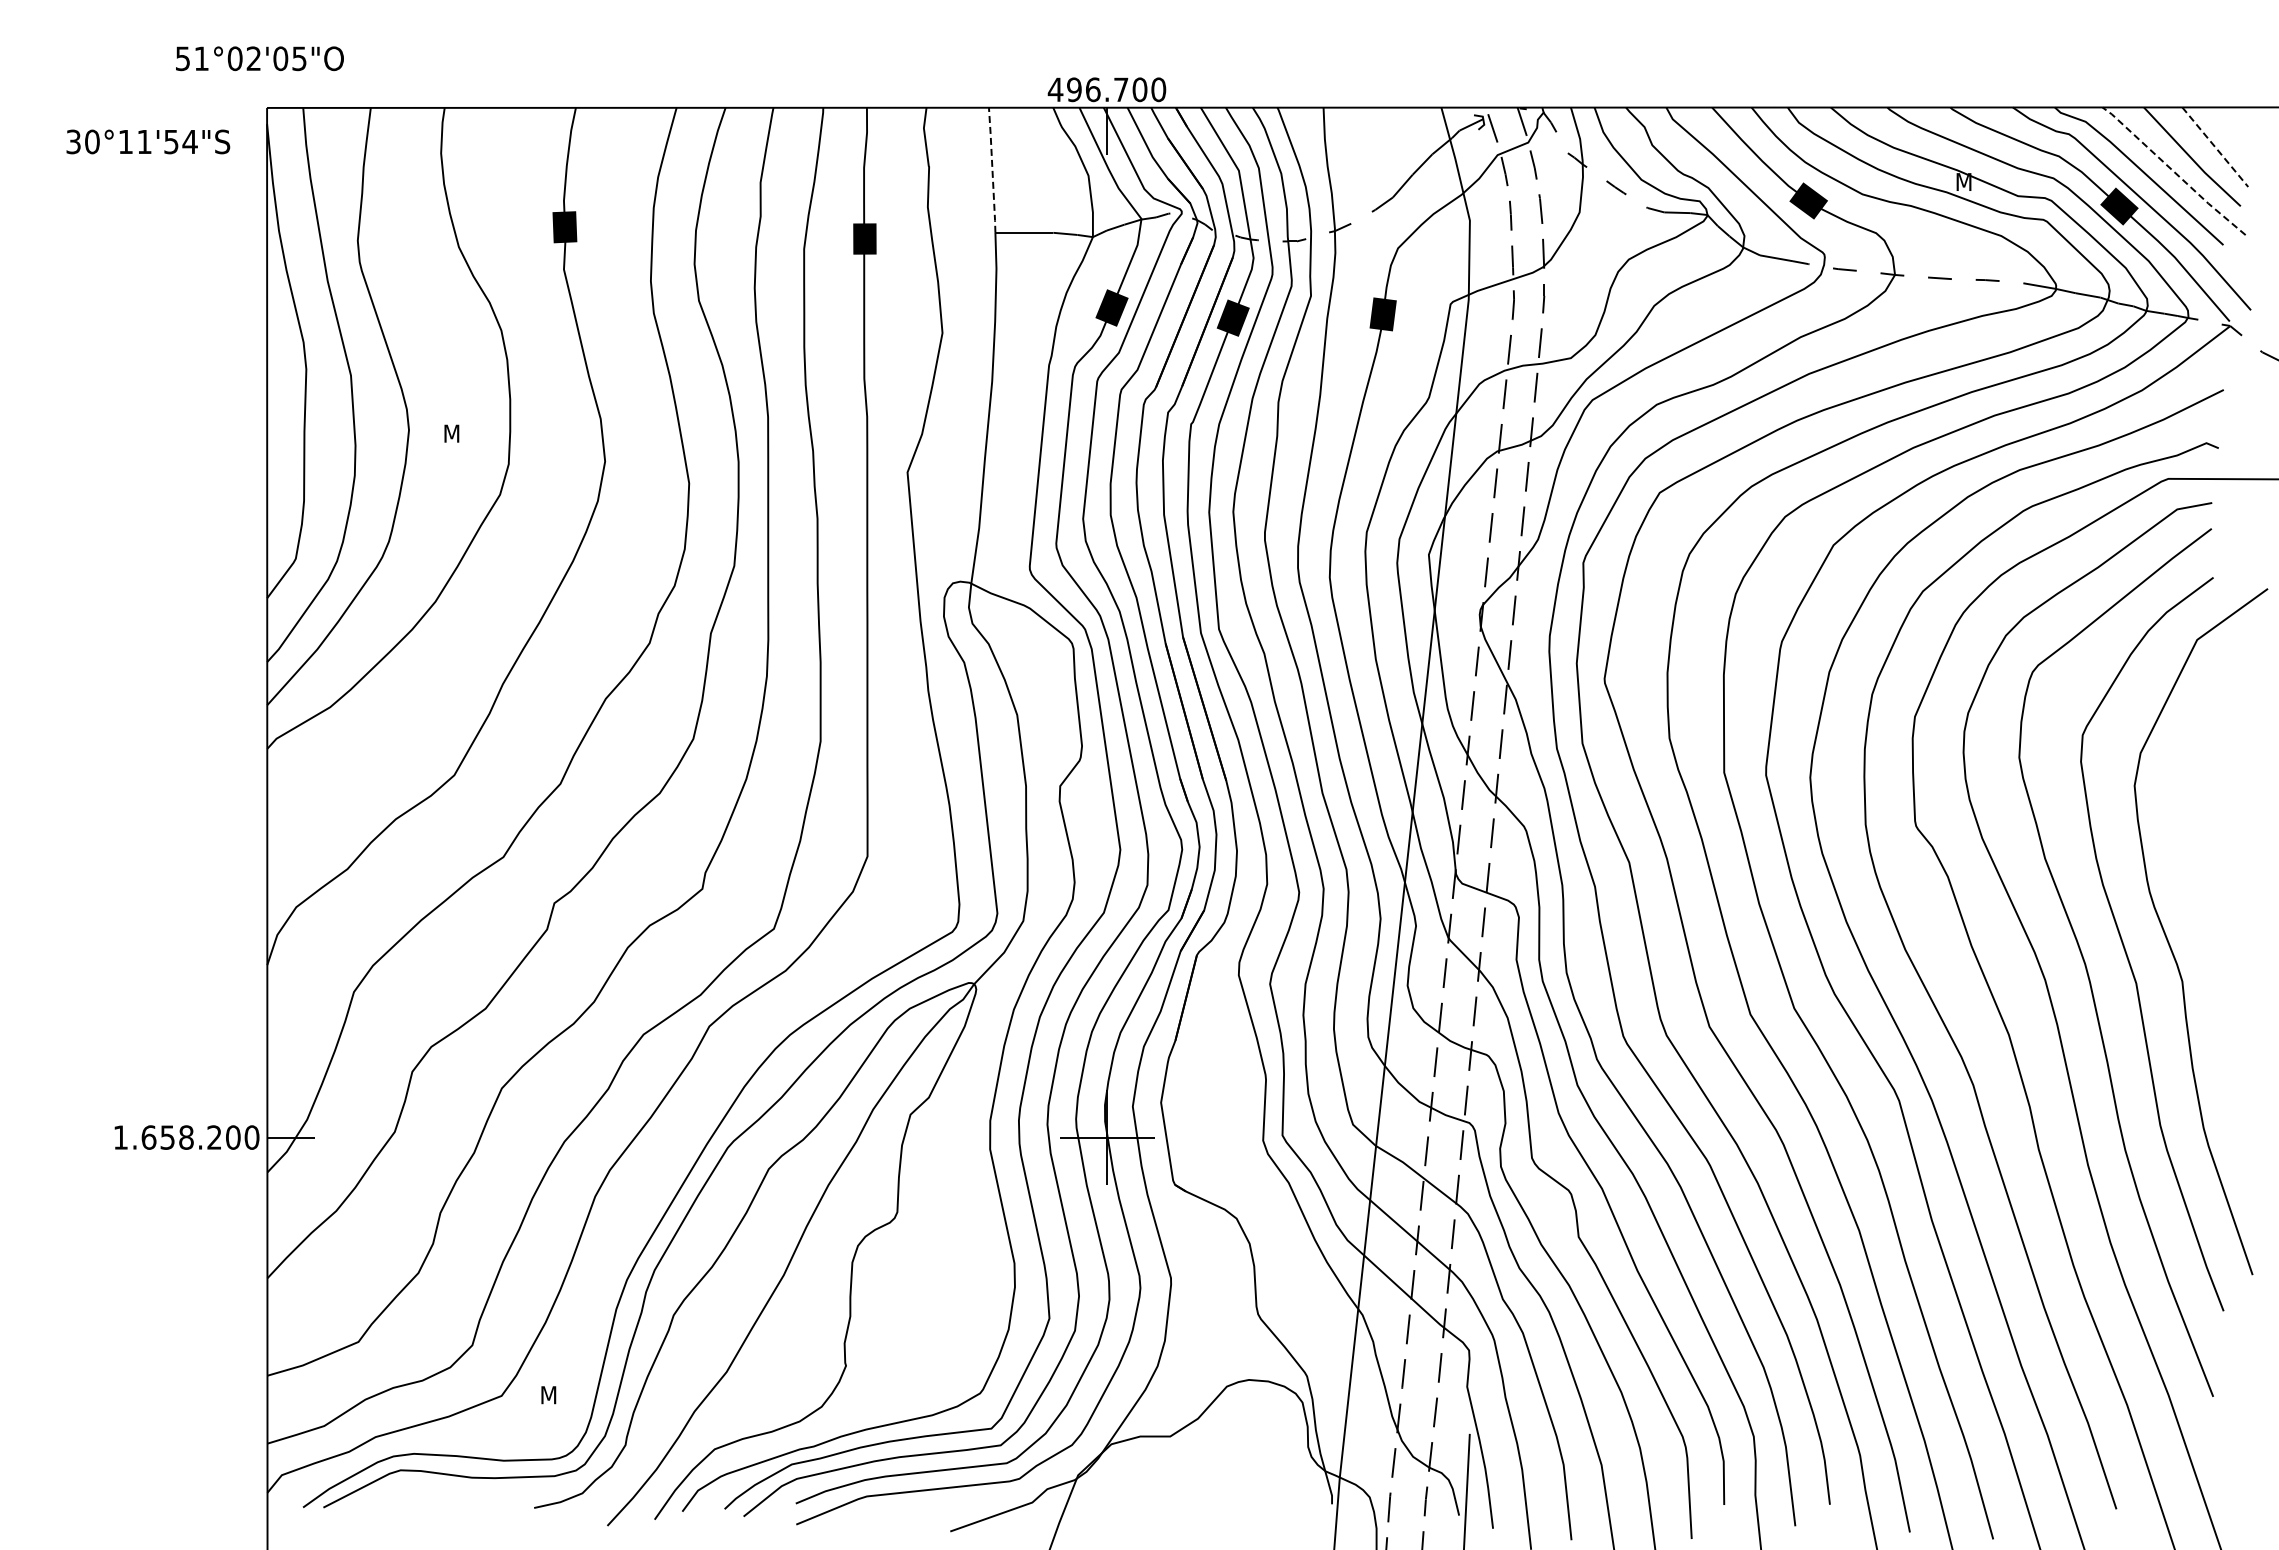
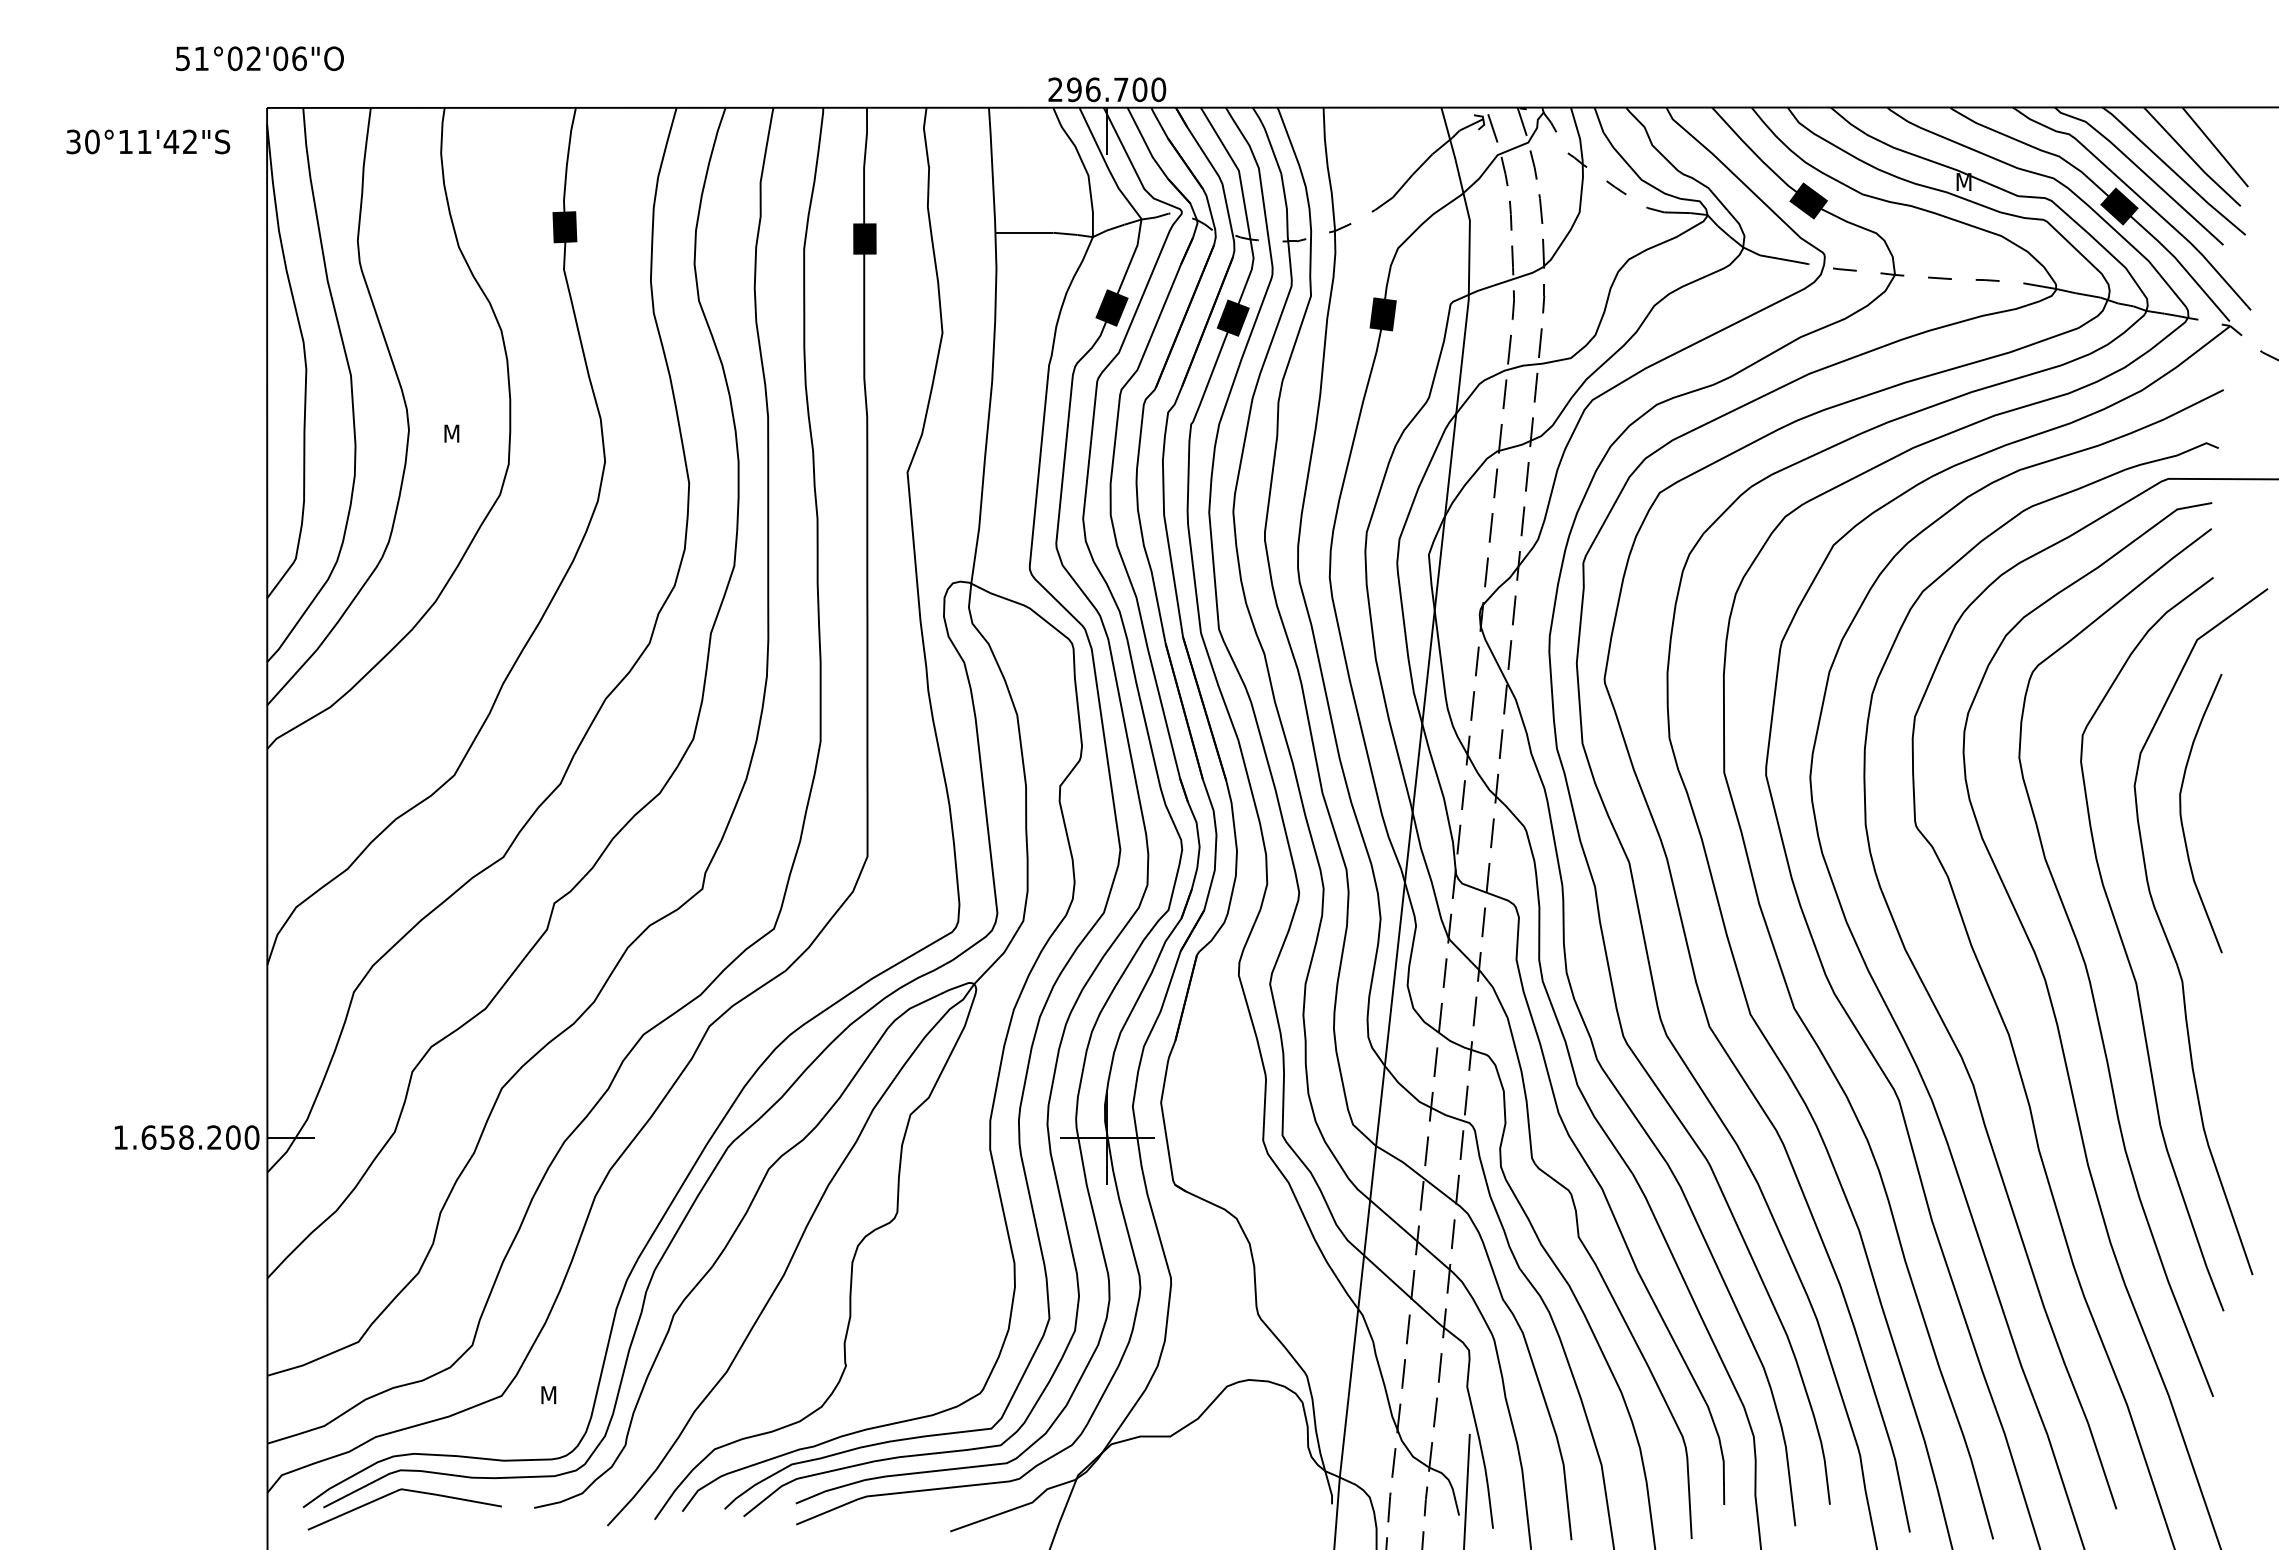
text at (299, 58): 51°02'05"O -> 51°02'06"O
text at (1055, 89): 496.700 -> 296.700
text at (180, 141): 30°11'54"S -> 30°11'42"S
line at (2215, 147): dashed -> solid
line at (992, 169): dashed -> solid
line at (2173, 171): dashed -> solid
curve at (2182, 819): none -> present
line at (407, 1491): none -> present
